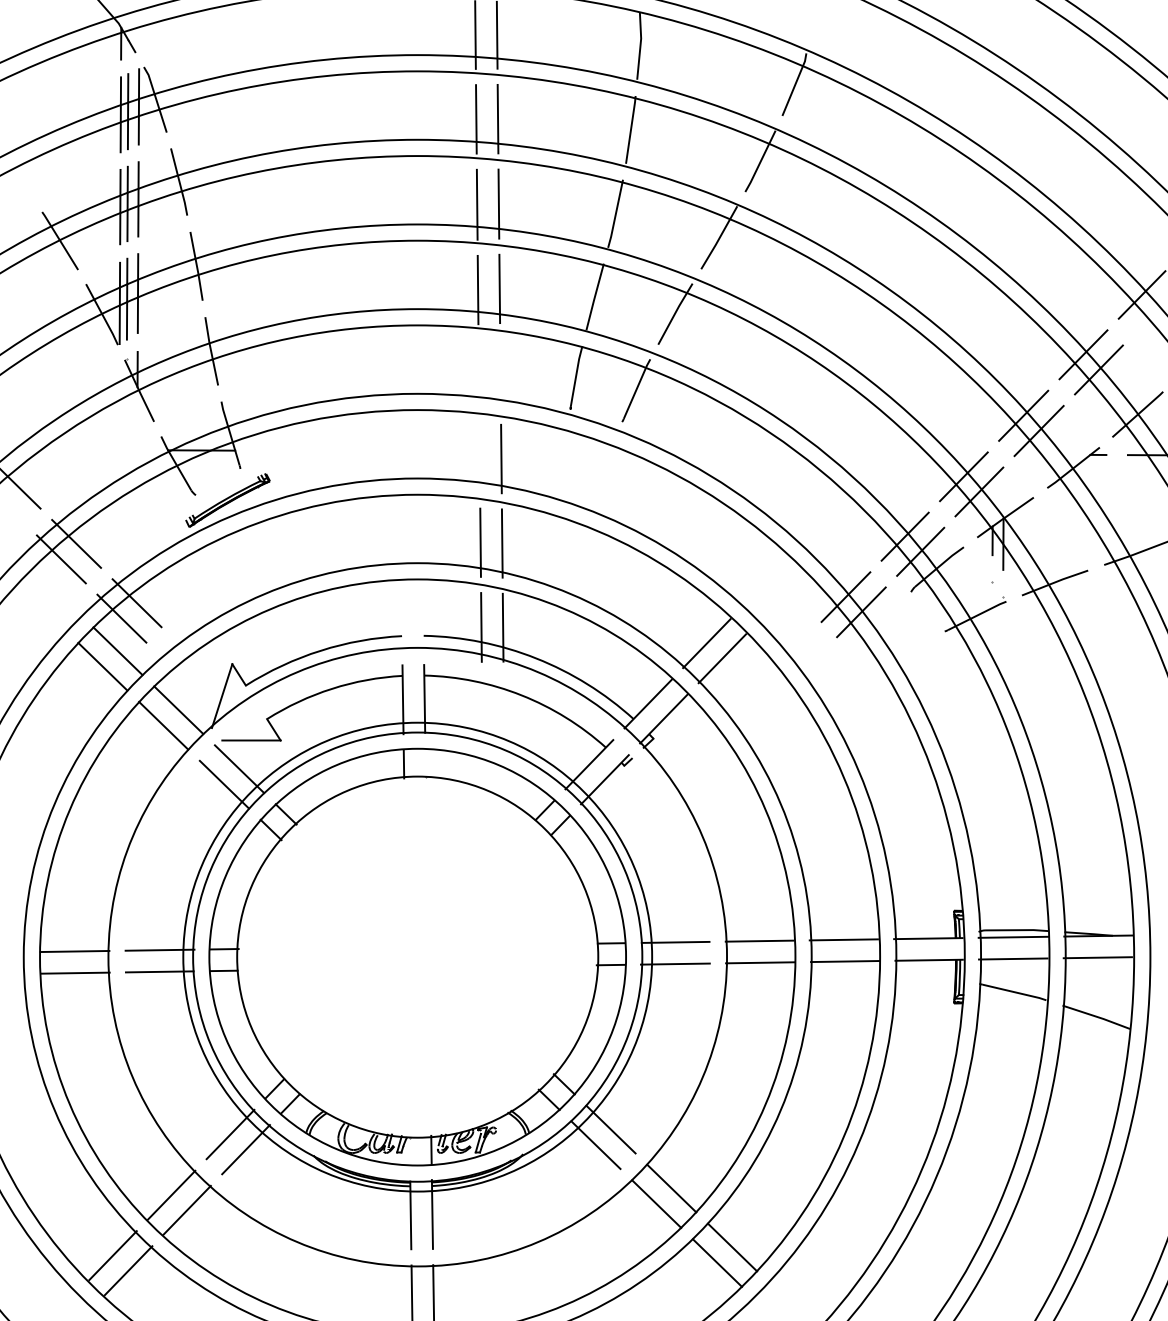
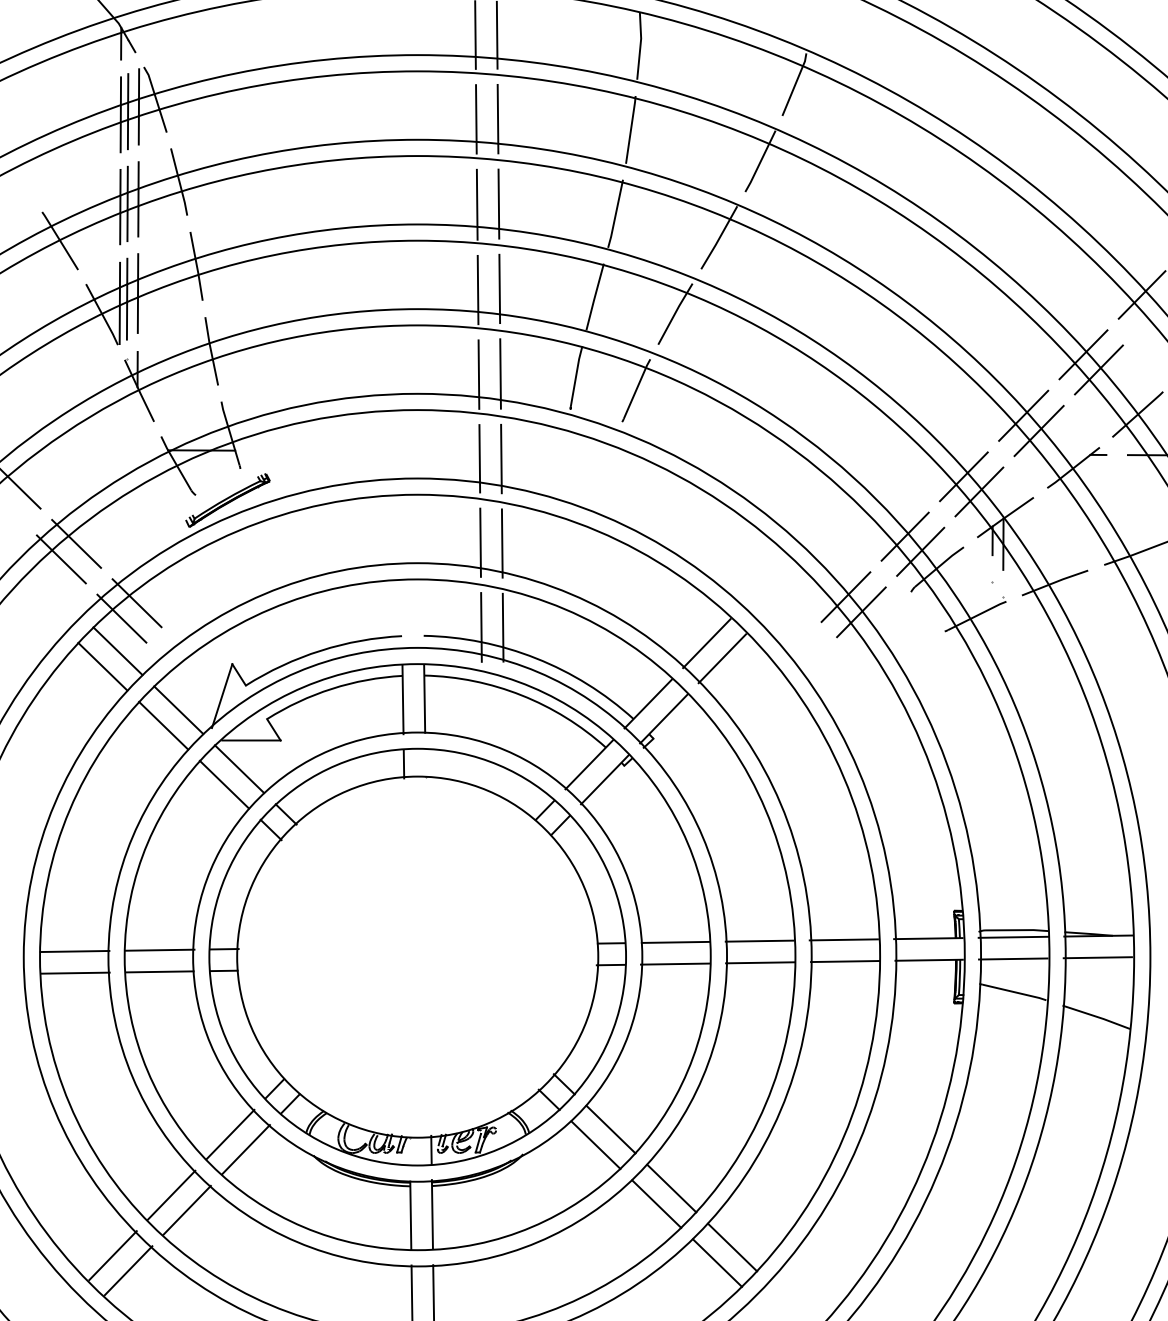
line at (500, 373): none -> present
line at (478, 374): none -> present
line at (479, 458): none -> present
circle at (417, 956) diameter: 469 px -> 586 px
